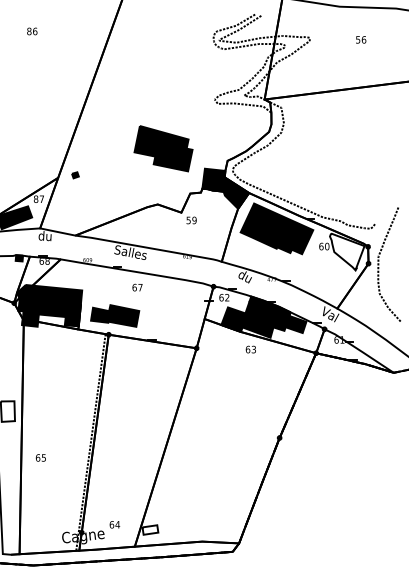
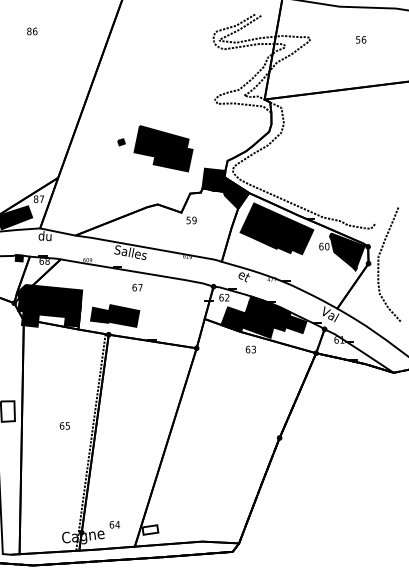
part at (75, 175) position: (75, 175) -> (121, 142)
fill at (346, 251): none -> present
text at (244, 277): du -> et
text at (40, 457) position: (40, 457) -> (64, 425)
